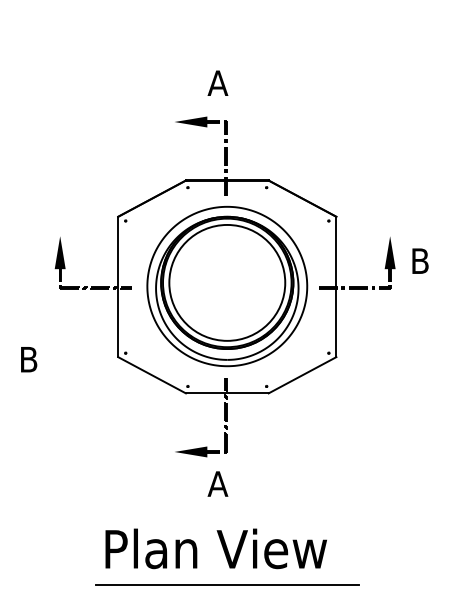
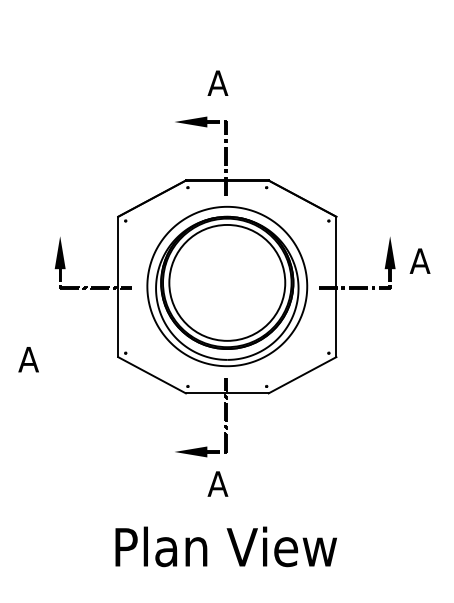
text at (419, 260): B -> A
text at (28, 359): B -> A
text at (215, 548) position: (215, 548) -> (225, 546)
line at (226, 585): present -> none
